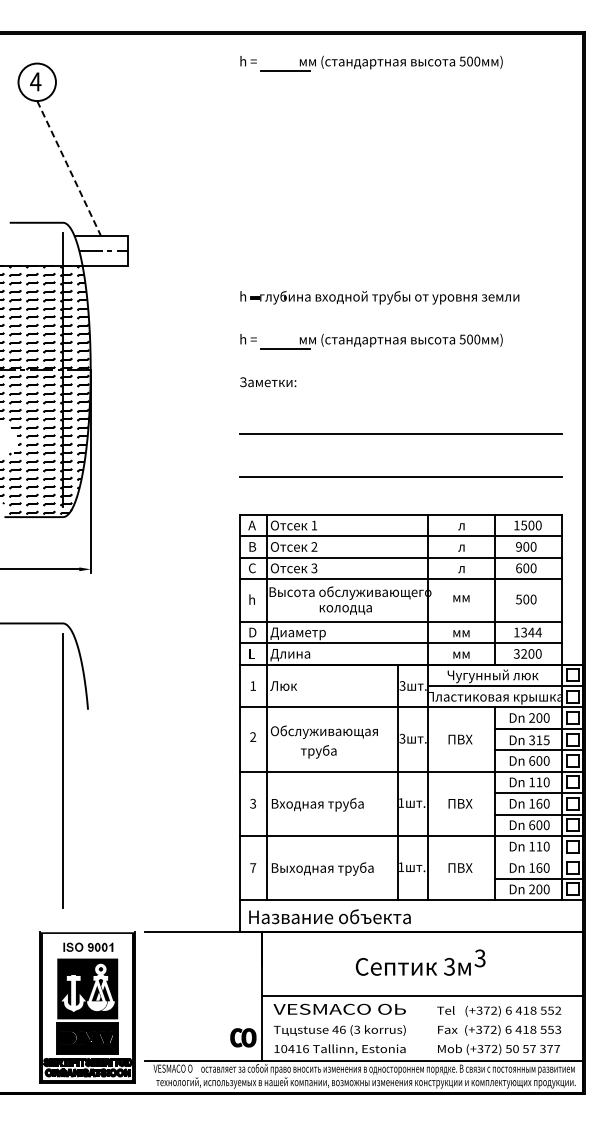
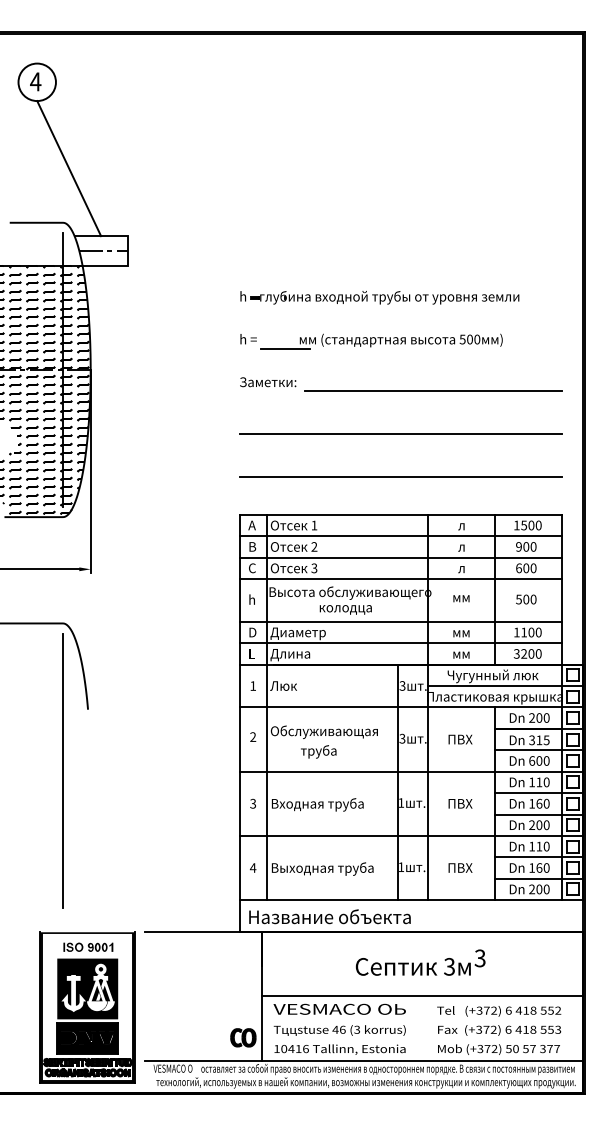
part at (371, 63): present -> none
line at (69, 168): dashed -> solid
line at (433, 391): none -> present
text at (531, 632): 1344 -> 1100
text at (532, 825): 600 -> 200
line at (539, 857): none -> present
text at (252, 867): 7 -> 4
